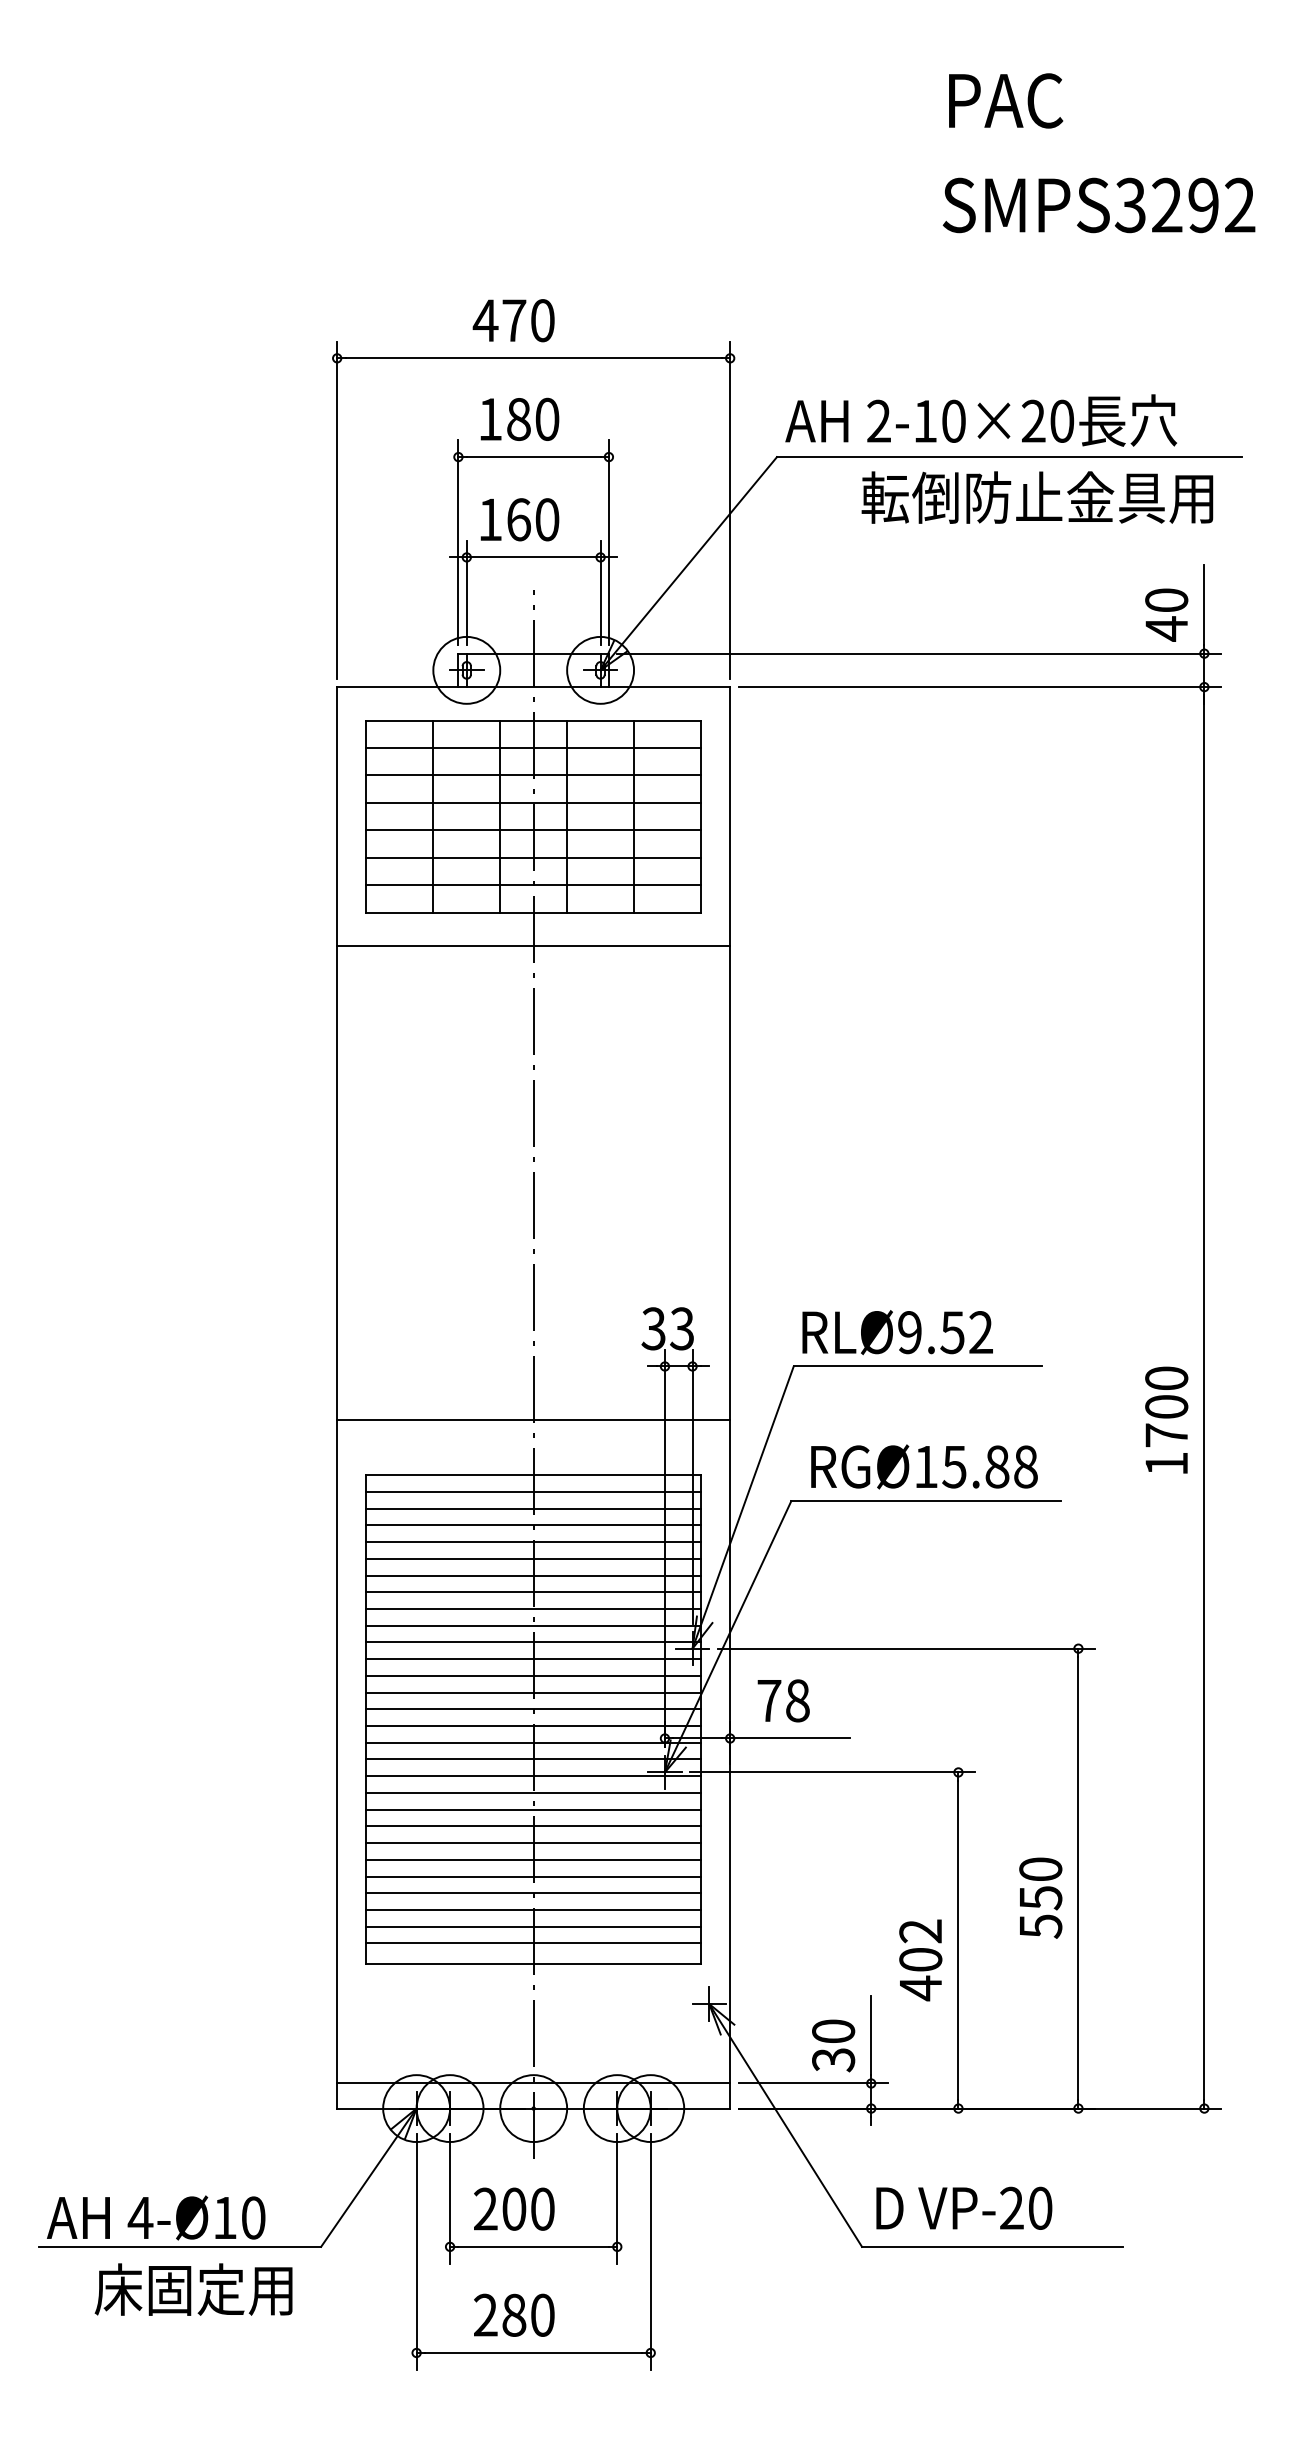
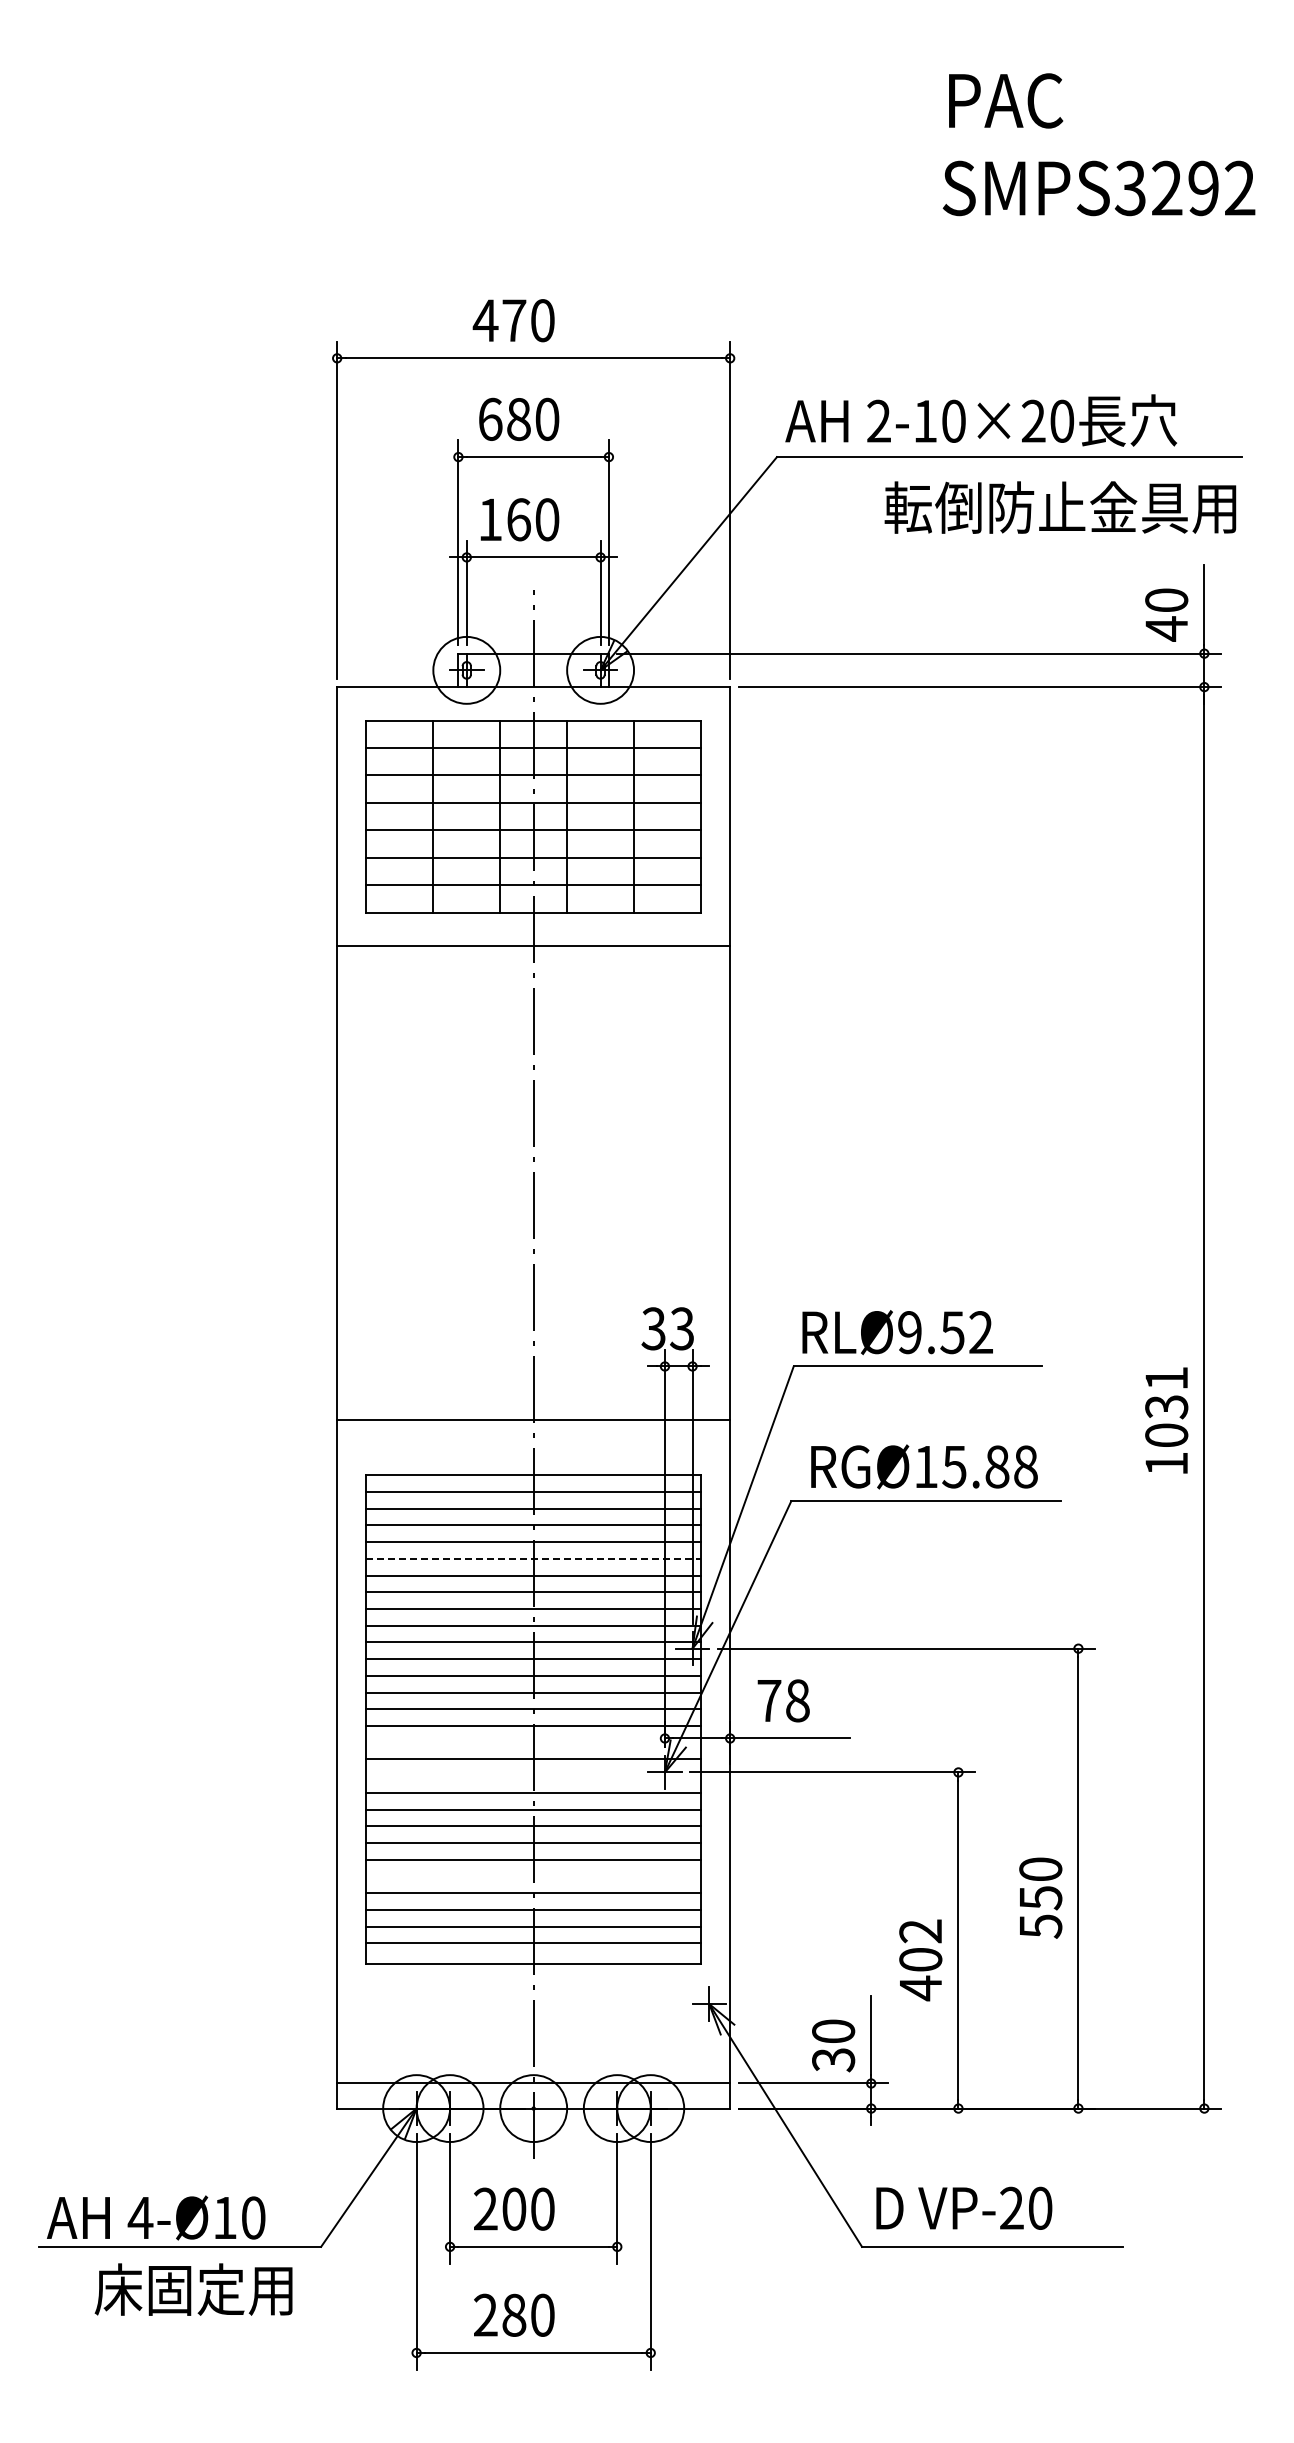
text at (1098, 205) position: (1098, 205) -> (1098, 188)
text at (490, 418): 180 -> 680
text at (1037, 497) position: (1037, 497) -> (1060, 507)
text at (1166, 1406): 1700 -> 1031
line at (534, 1558): solid -> dashed
line at (533, 1742): present -> none
line at (533, 1776): present -> none
line at (533, 1876): present -> none
